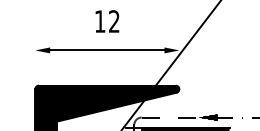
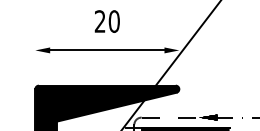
text at (106, 21): 12 -> 20
